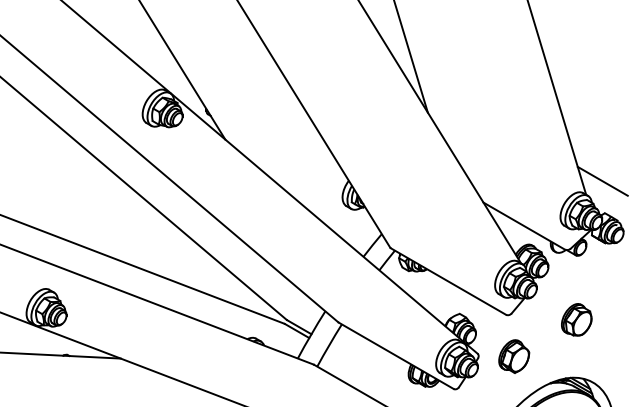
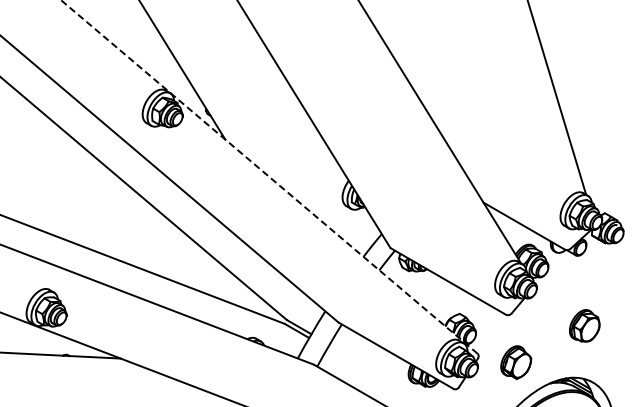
line at (410, 57): present -> none
line at (269, 177): solid -> dashed
line at (602, 180): present -> none
part at (576, 319) position: (576, 319) -> (584, 325)
part at (514, 356) position: (514, 356) -> (516, 362)
